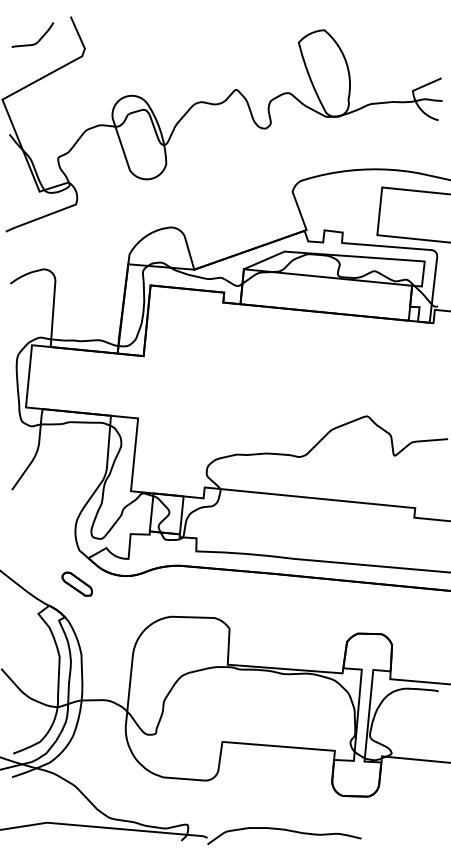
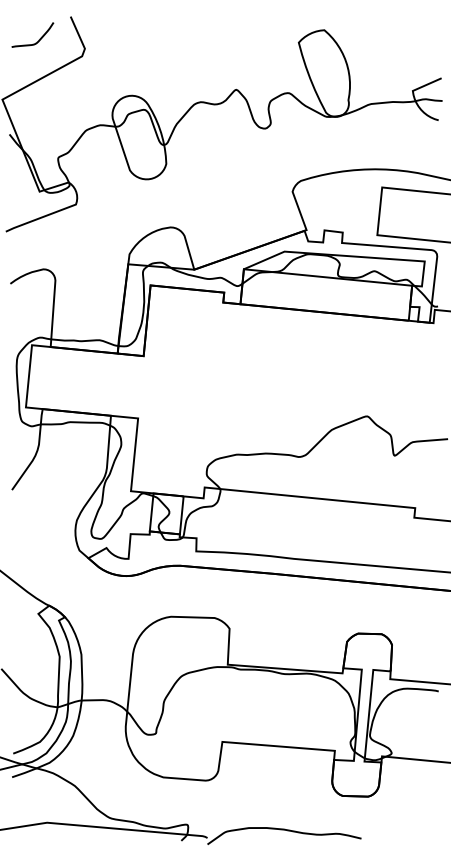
part at (76, 583): present -> none
